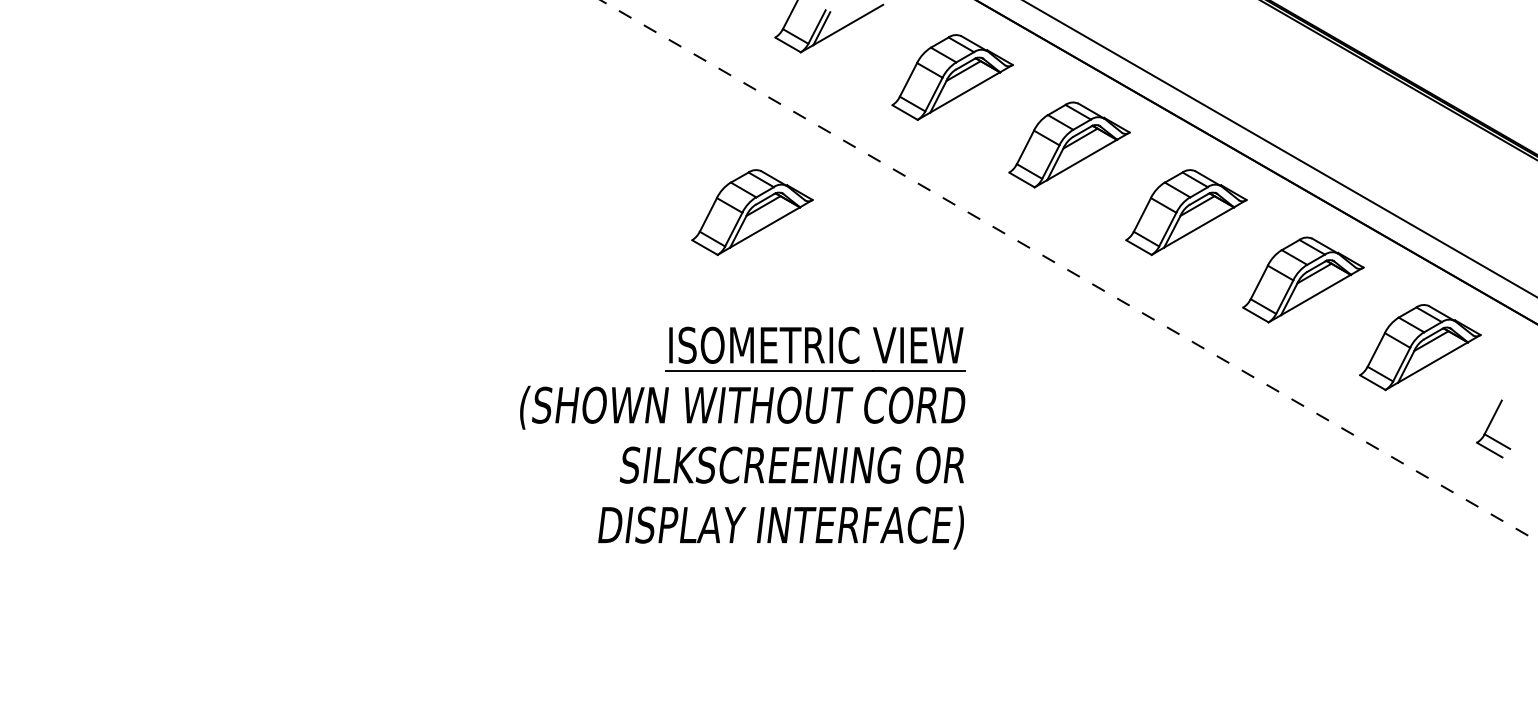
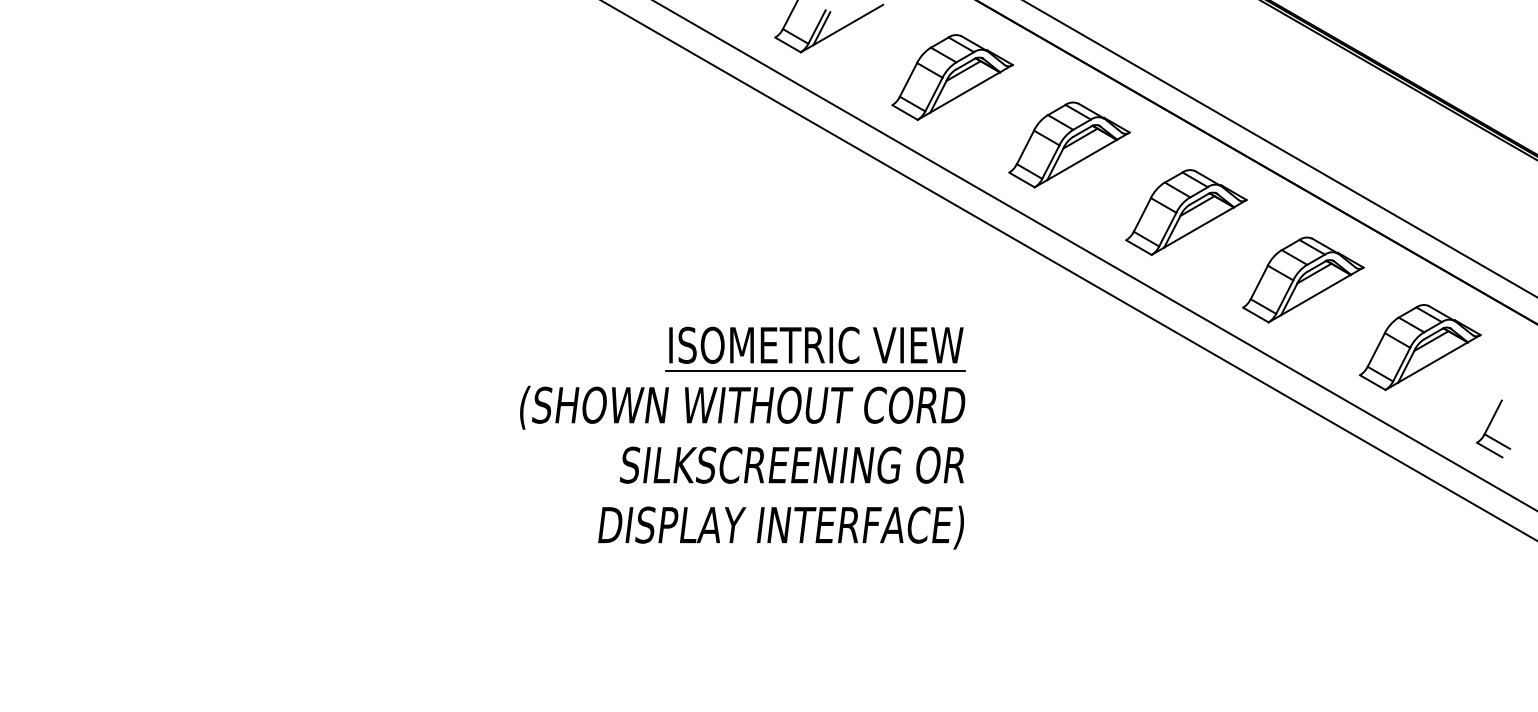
part at (752, 212): present -> none
line at (1094, 255): none -> present
line at (1069, 270): dashed -> solid
